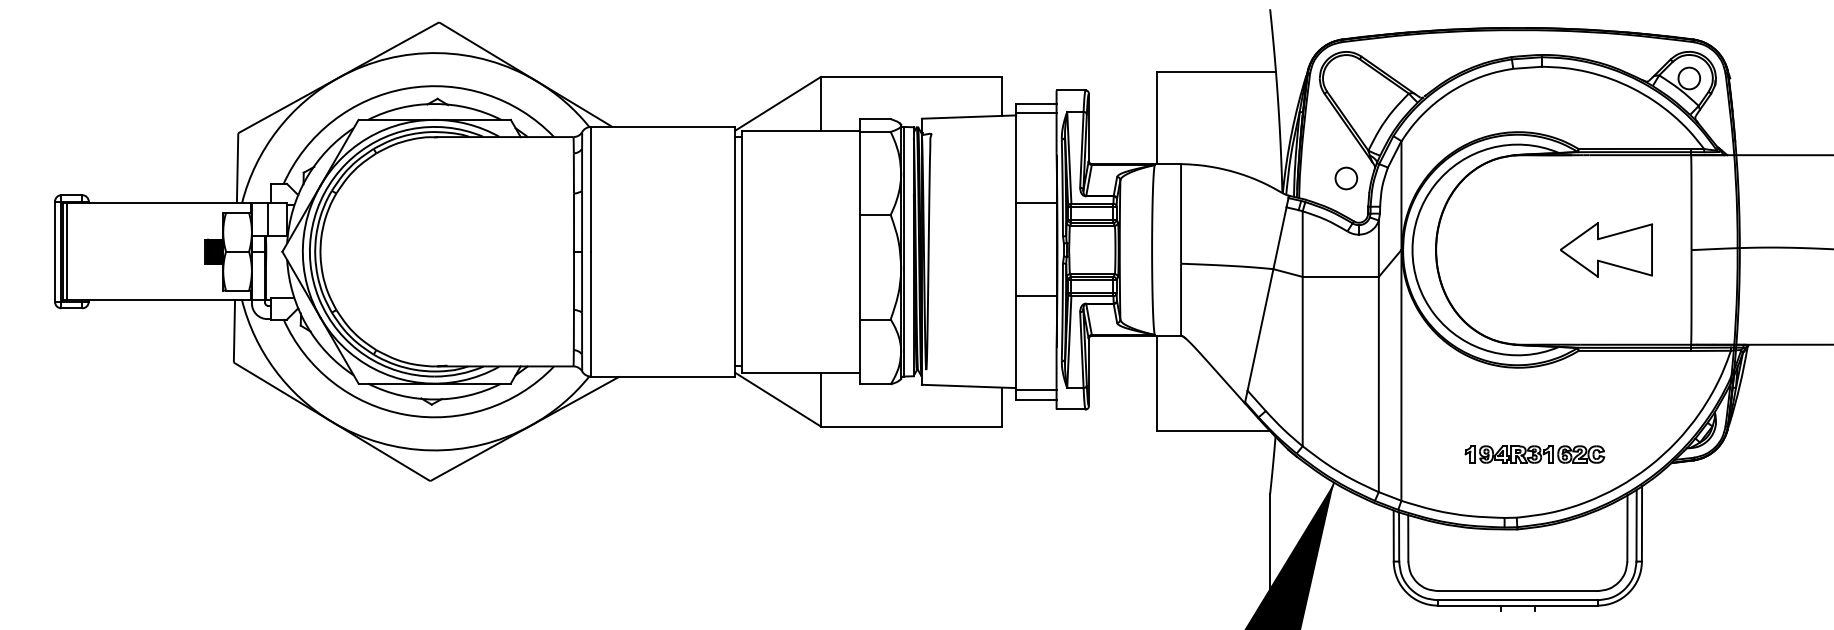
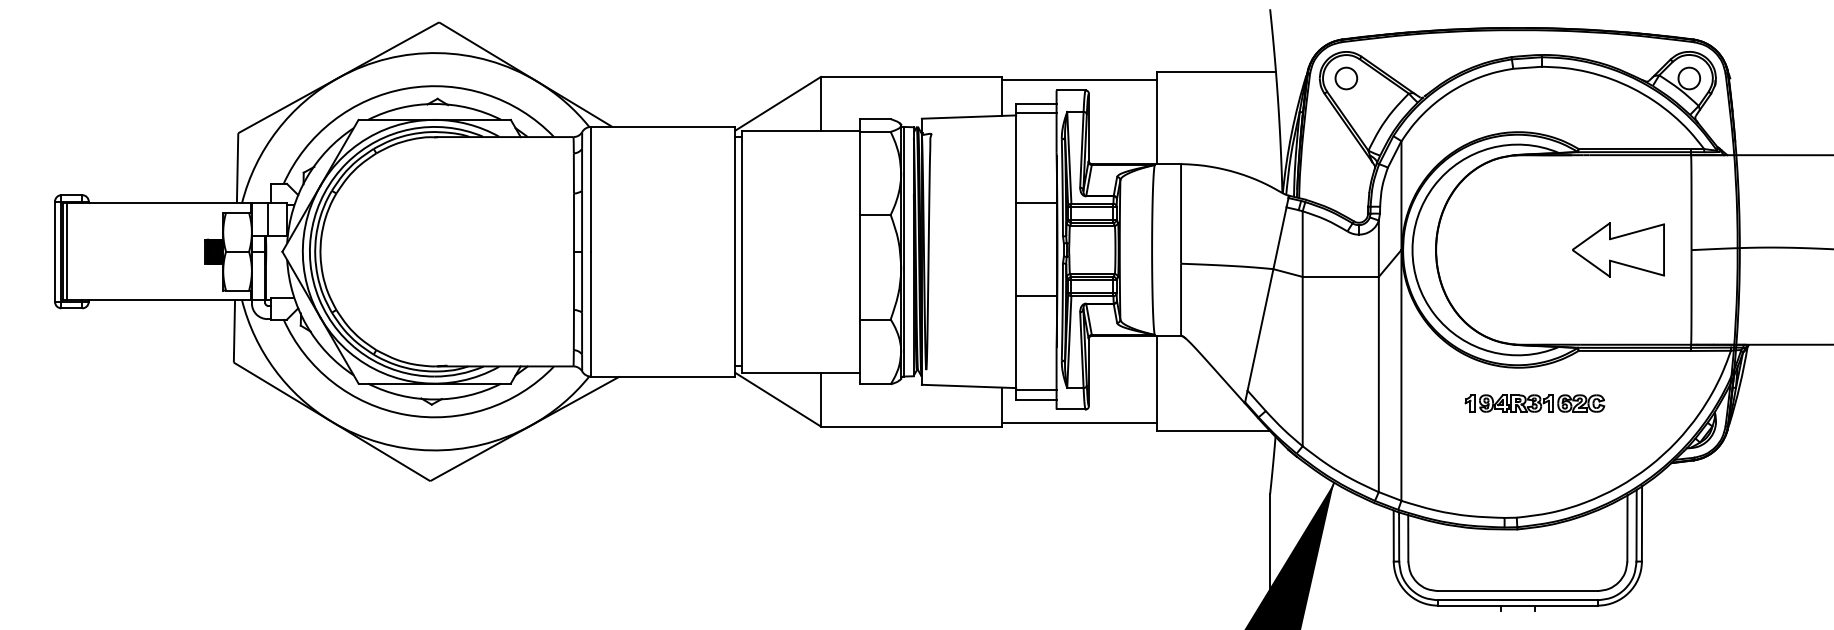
line at (1078, 80): none -> present
circle at (1346, 178) position: (1346, 178) -> (1346, 78)
part at (1606, 249) position: (1606, 249) -> (1618, 249)
line at (1078, 423): none -> present
part at (1534, 454) position: (1534, 454) -> (1534, 403)
